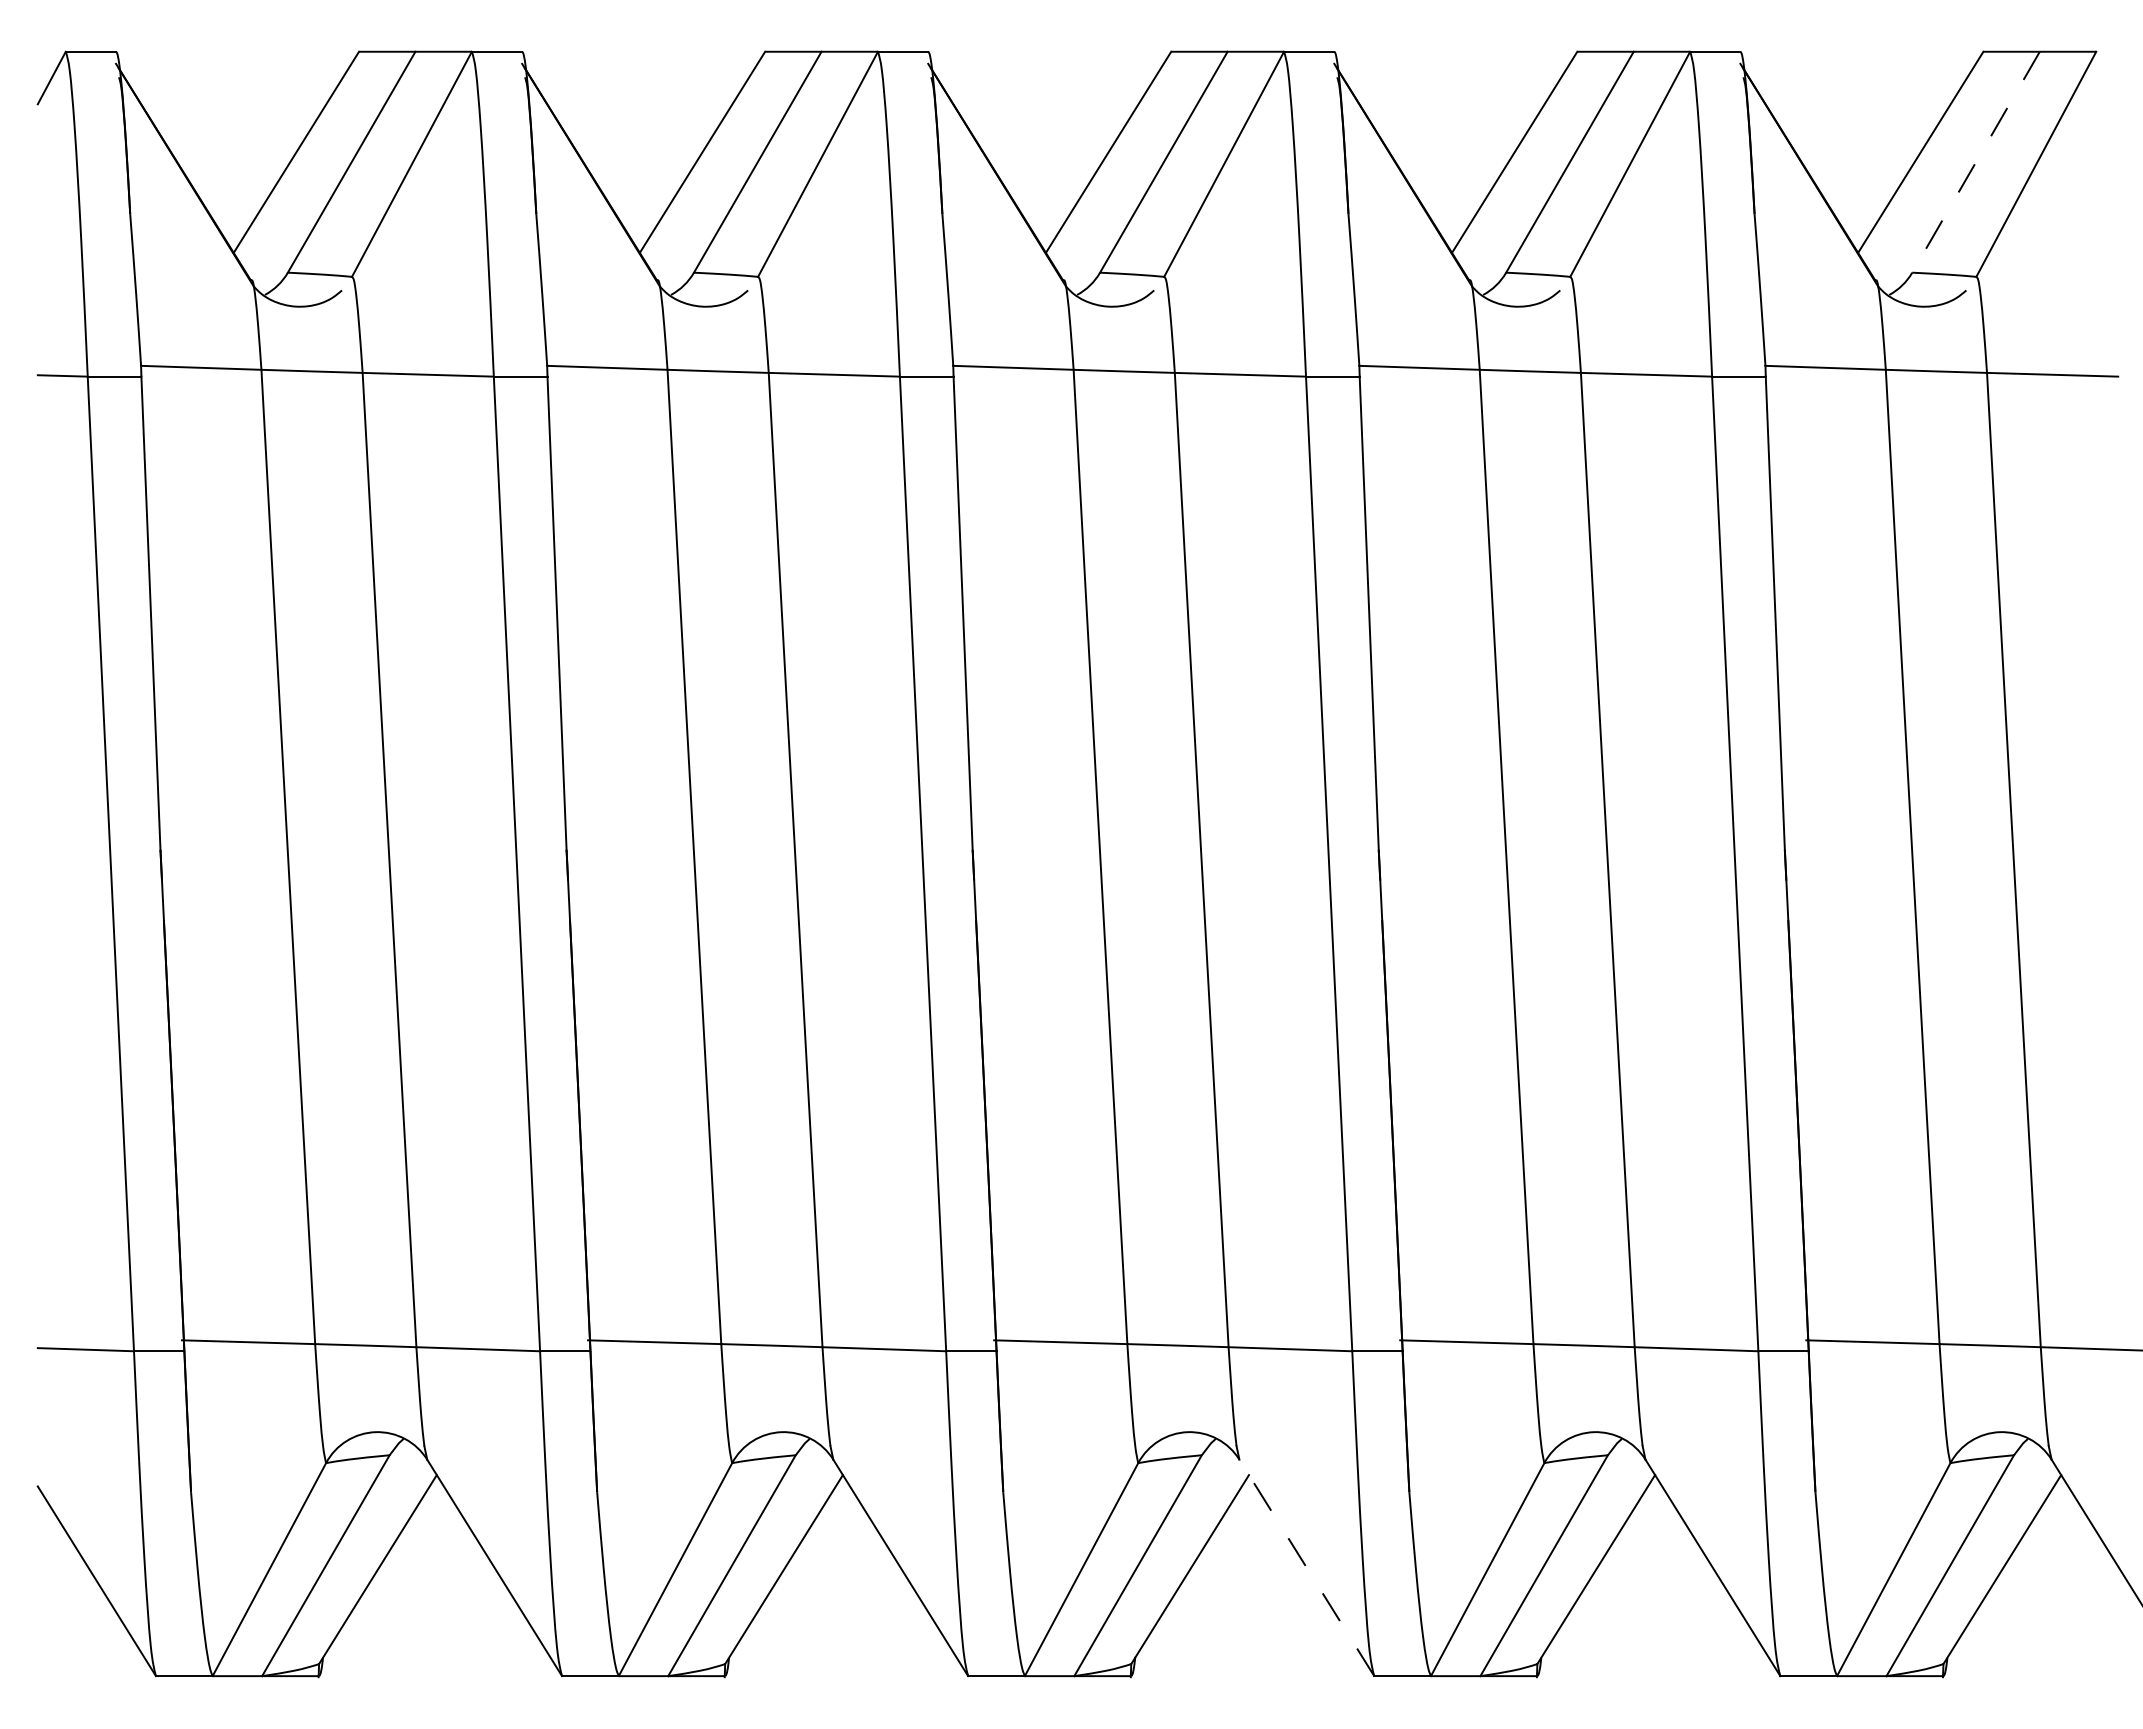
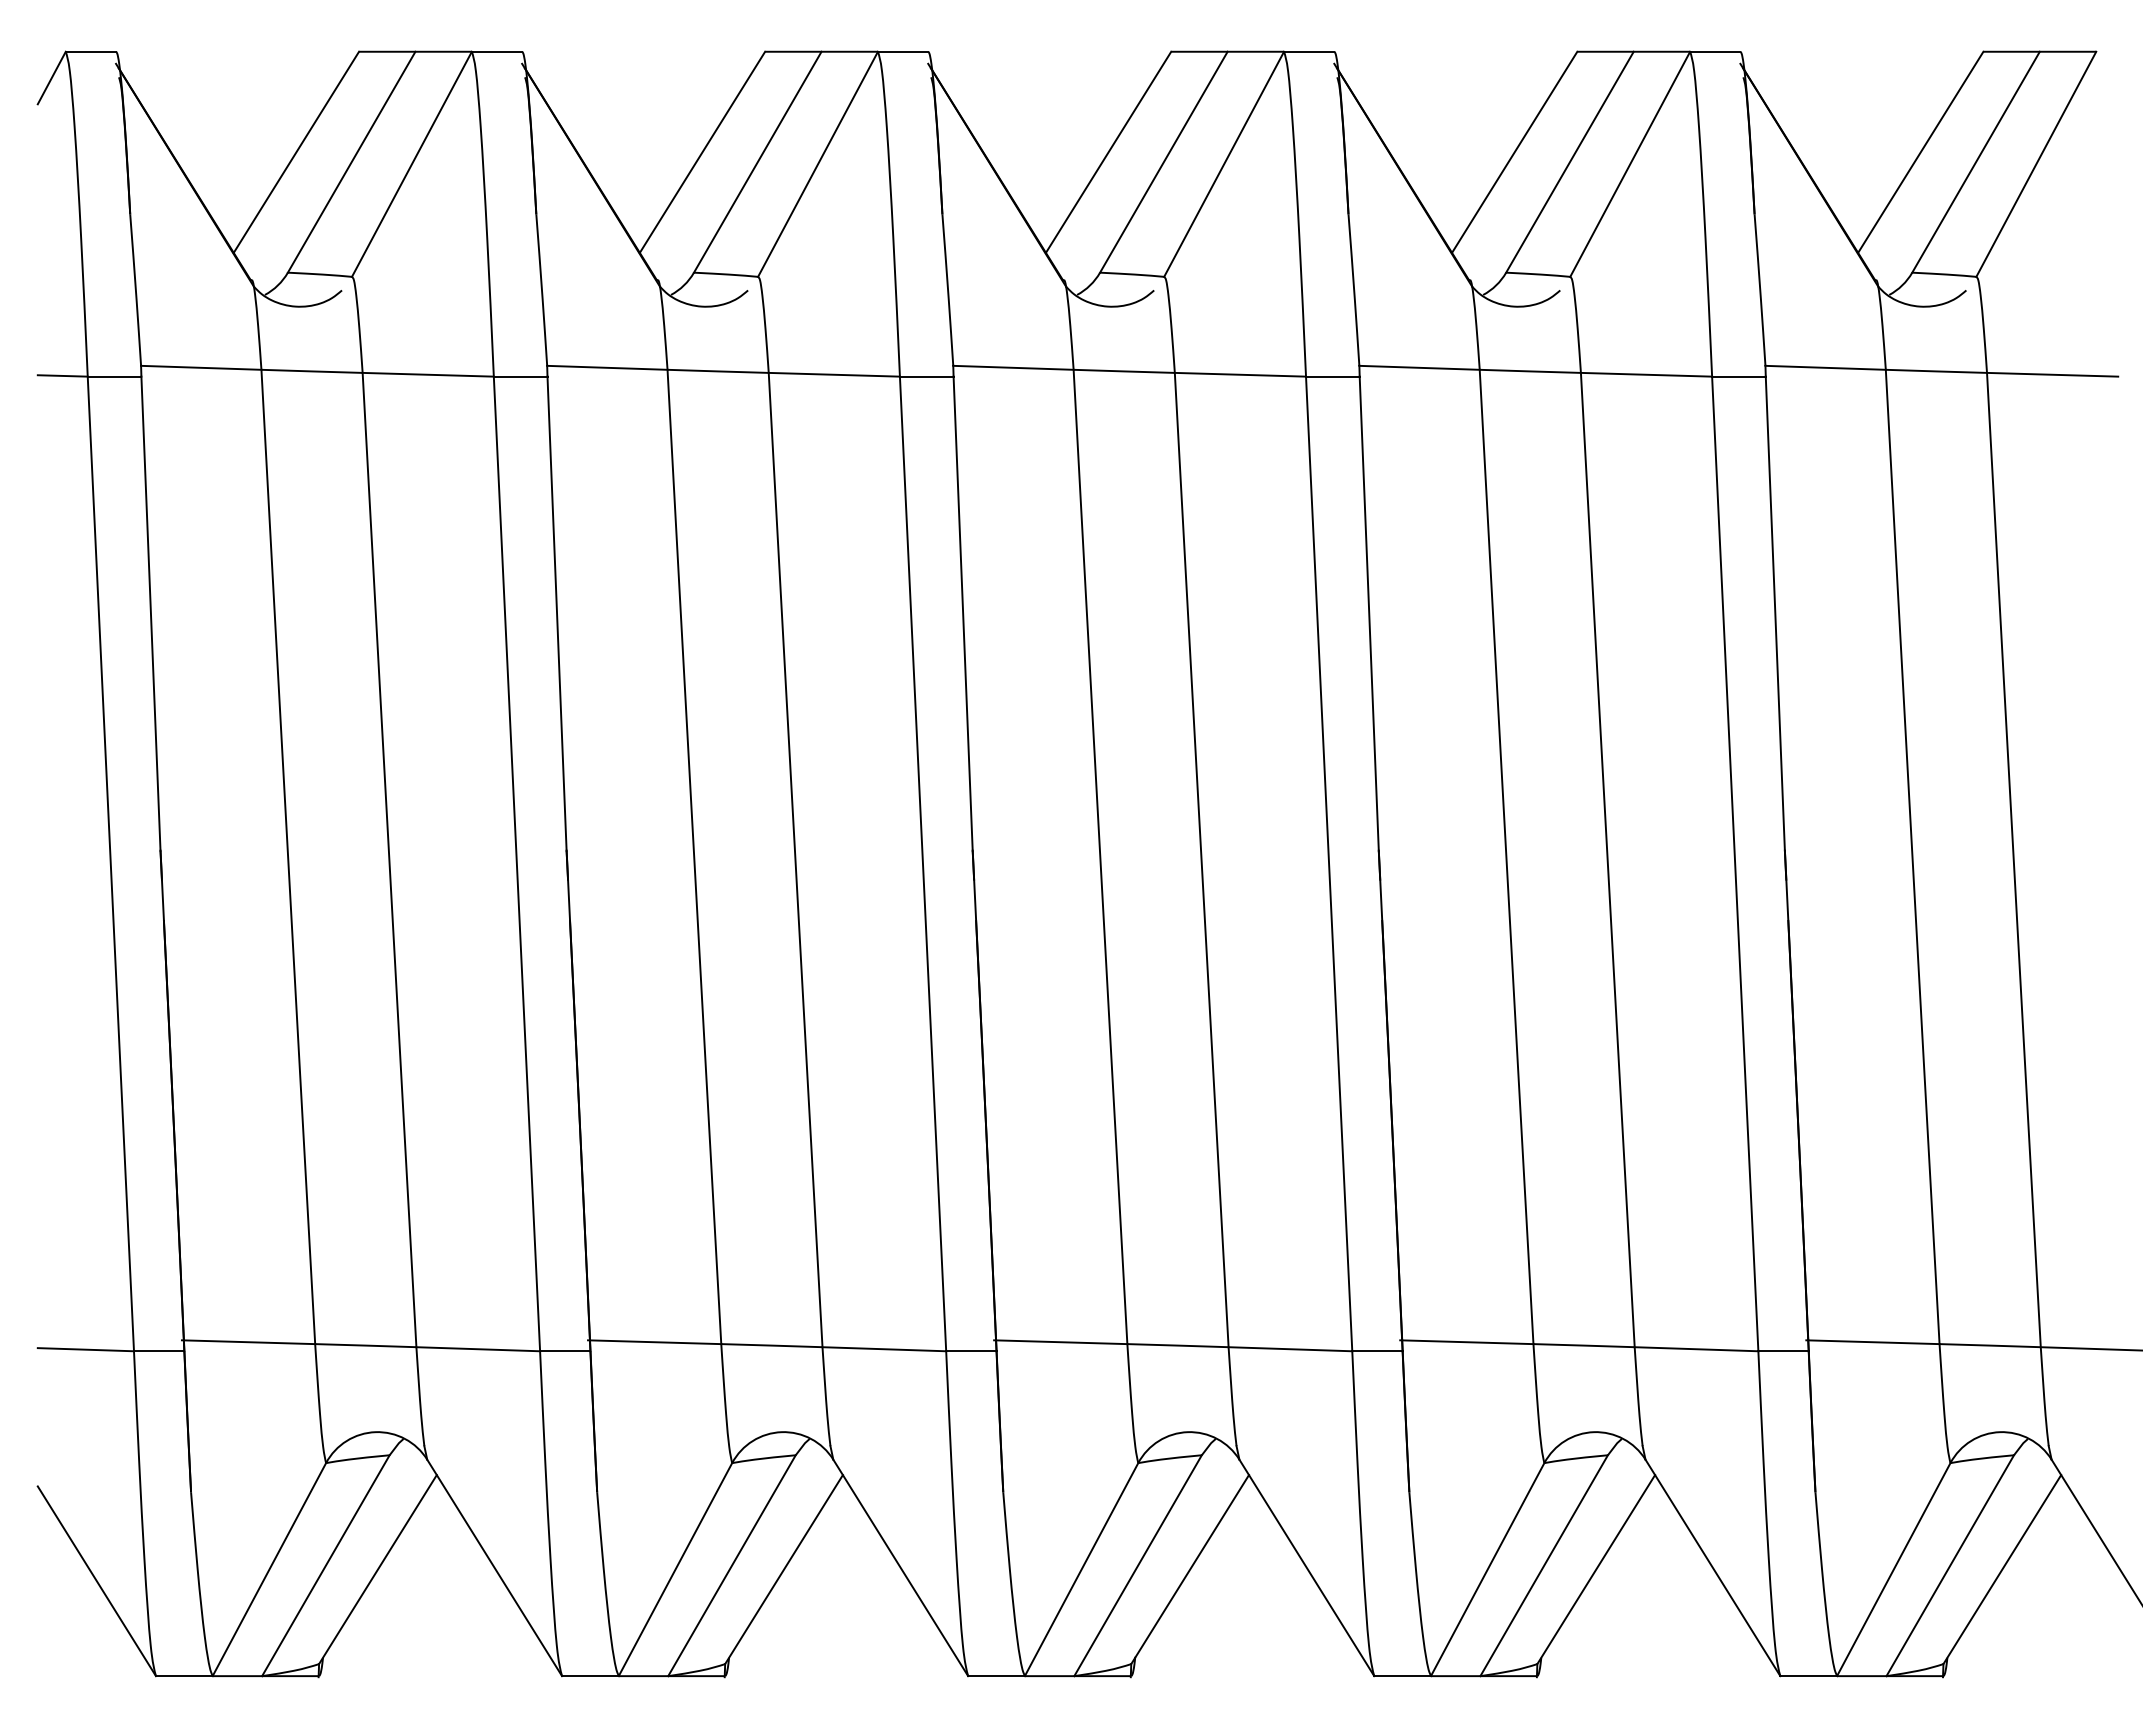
line at (1976, 162): dashed -> solid
line at (1306, 1567): dashed -> solid
